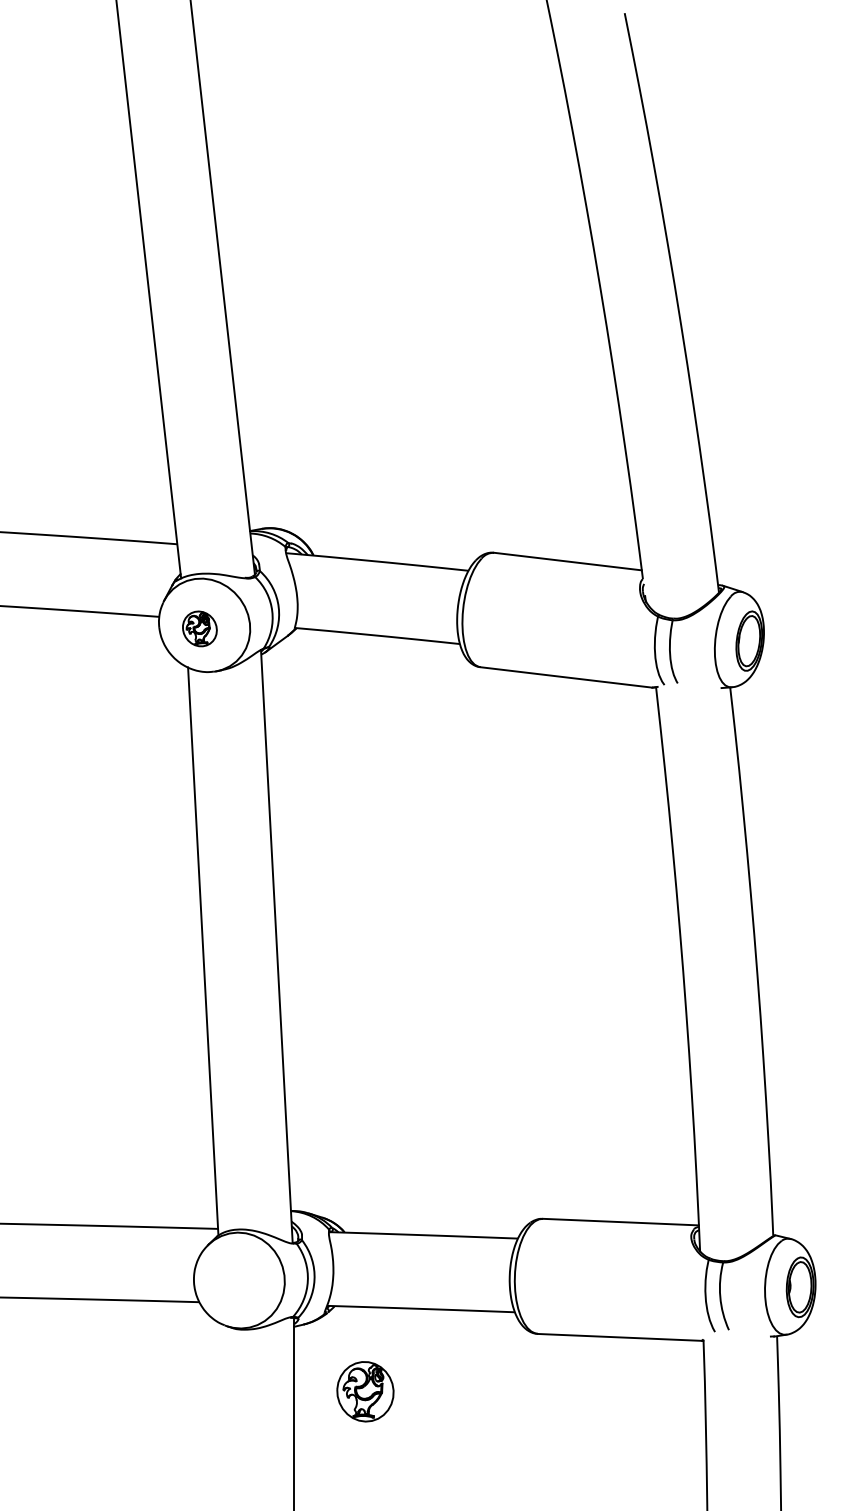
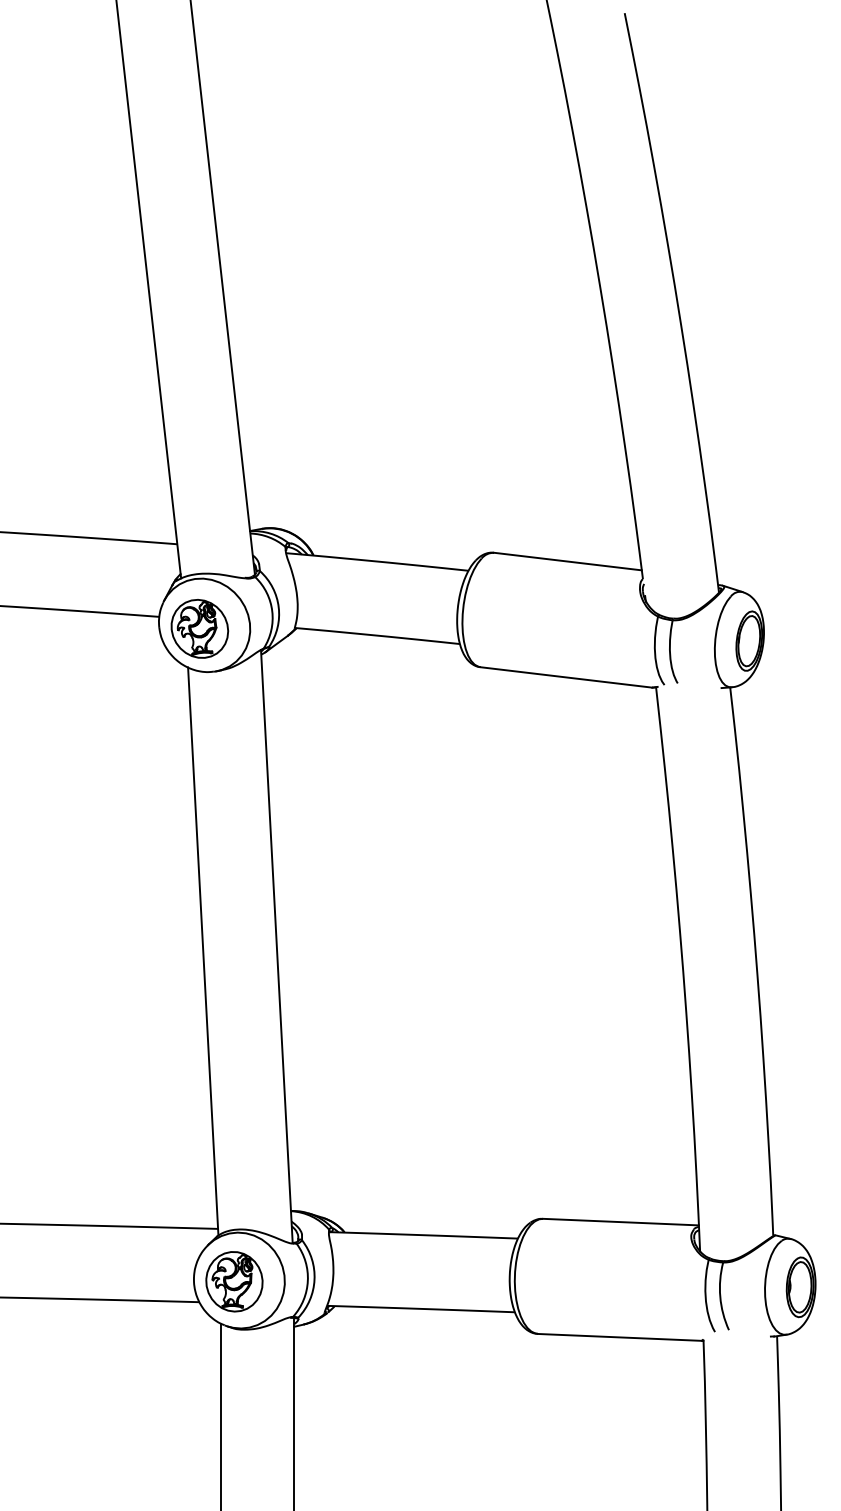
part at (199, 628) size: 36x38 px -> 60x60 px
part at (365, 1391) position: (365, 1391) -> (234, 1281)
line at (220, 1415): none -> present
